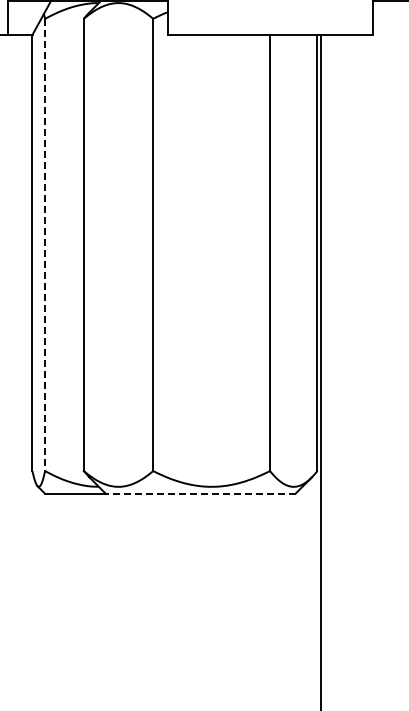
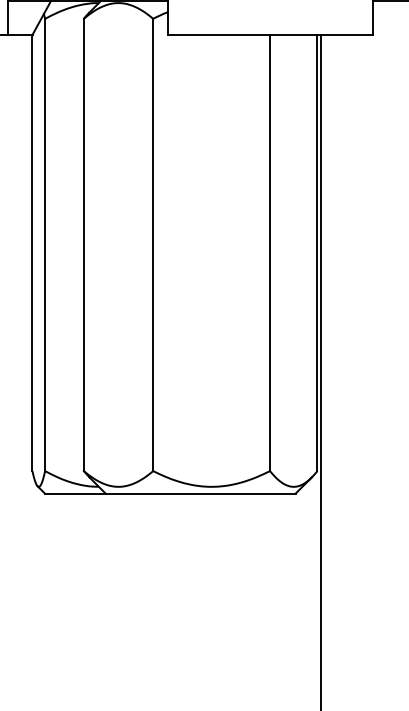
line at (45, 245): dashed -> solid
line at (200, 493): dashed -> solid
